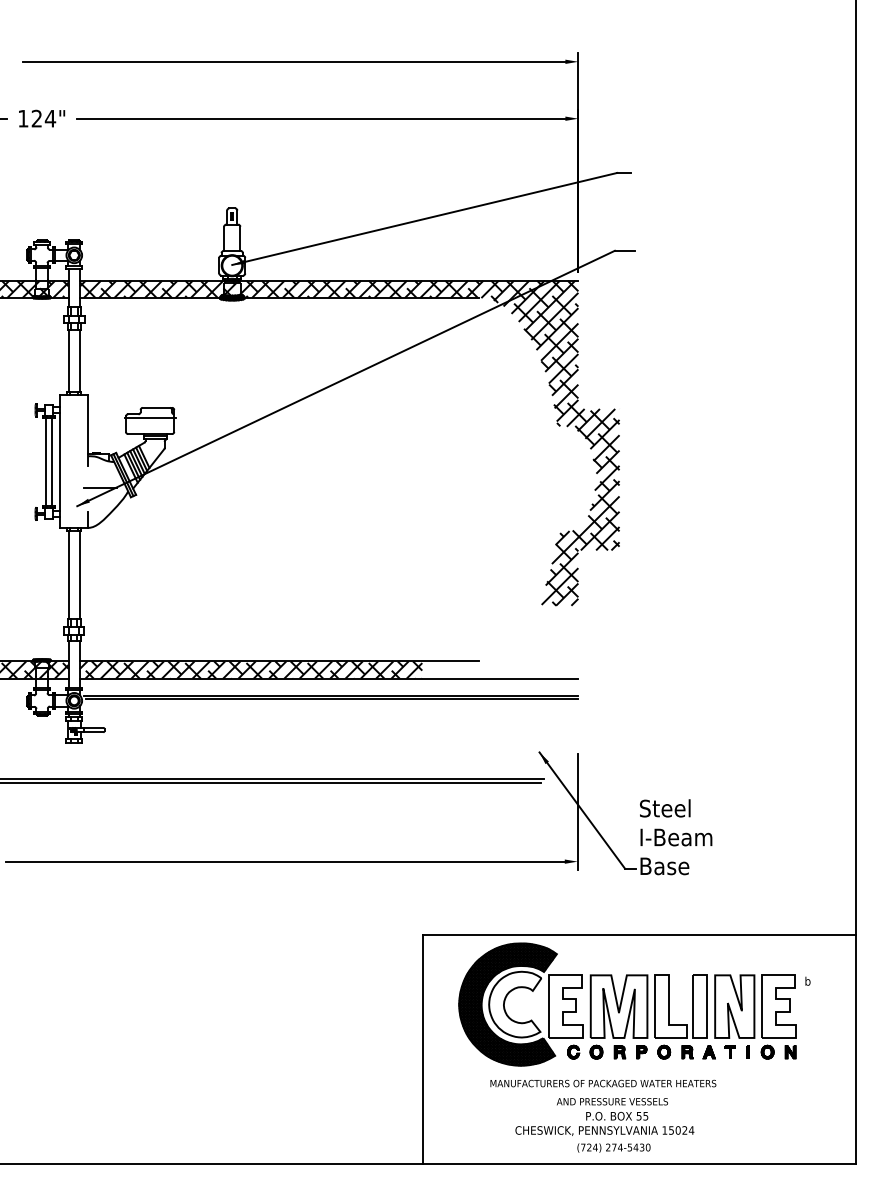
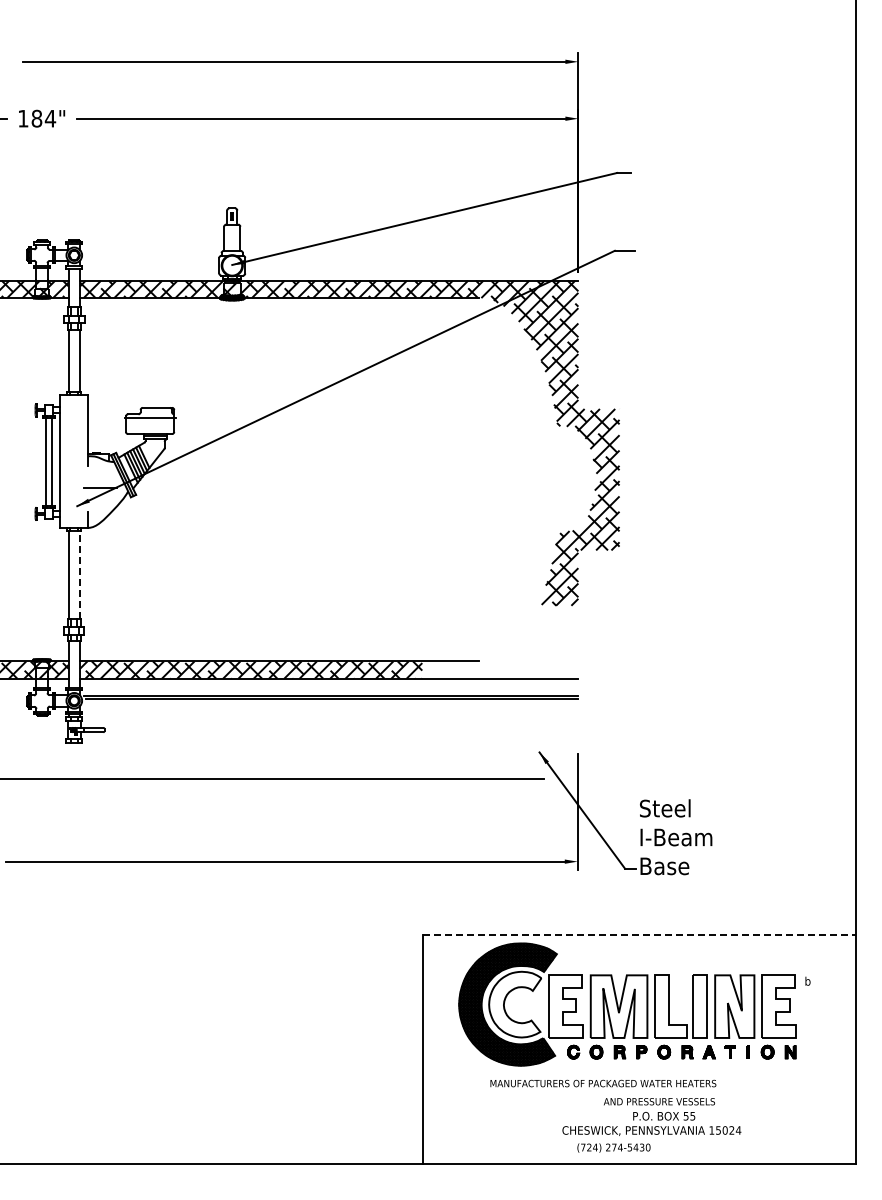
text at (36, 118): 124" -> 184"
line at (79, 574): solid -> dashed
line at (271, 782): present -> none
line at (639, 935): solid -> dashed
text at (604, 1116) position: (604, 1116) -> (651, 1116)
